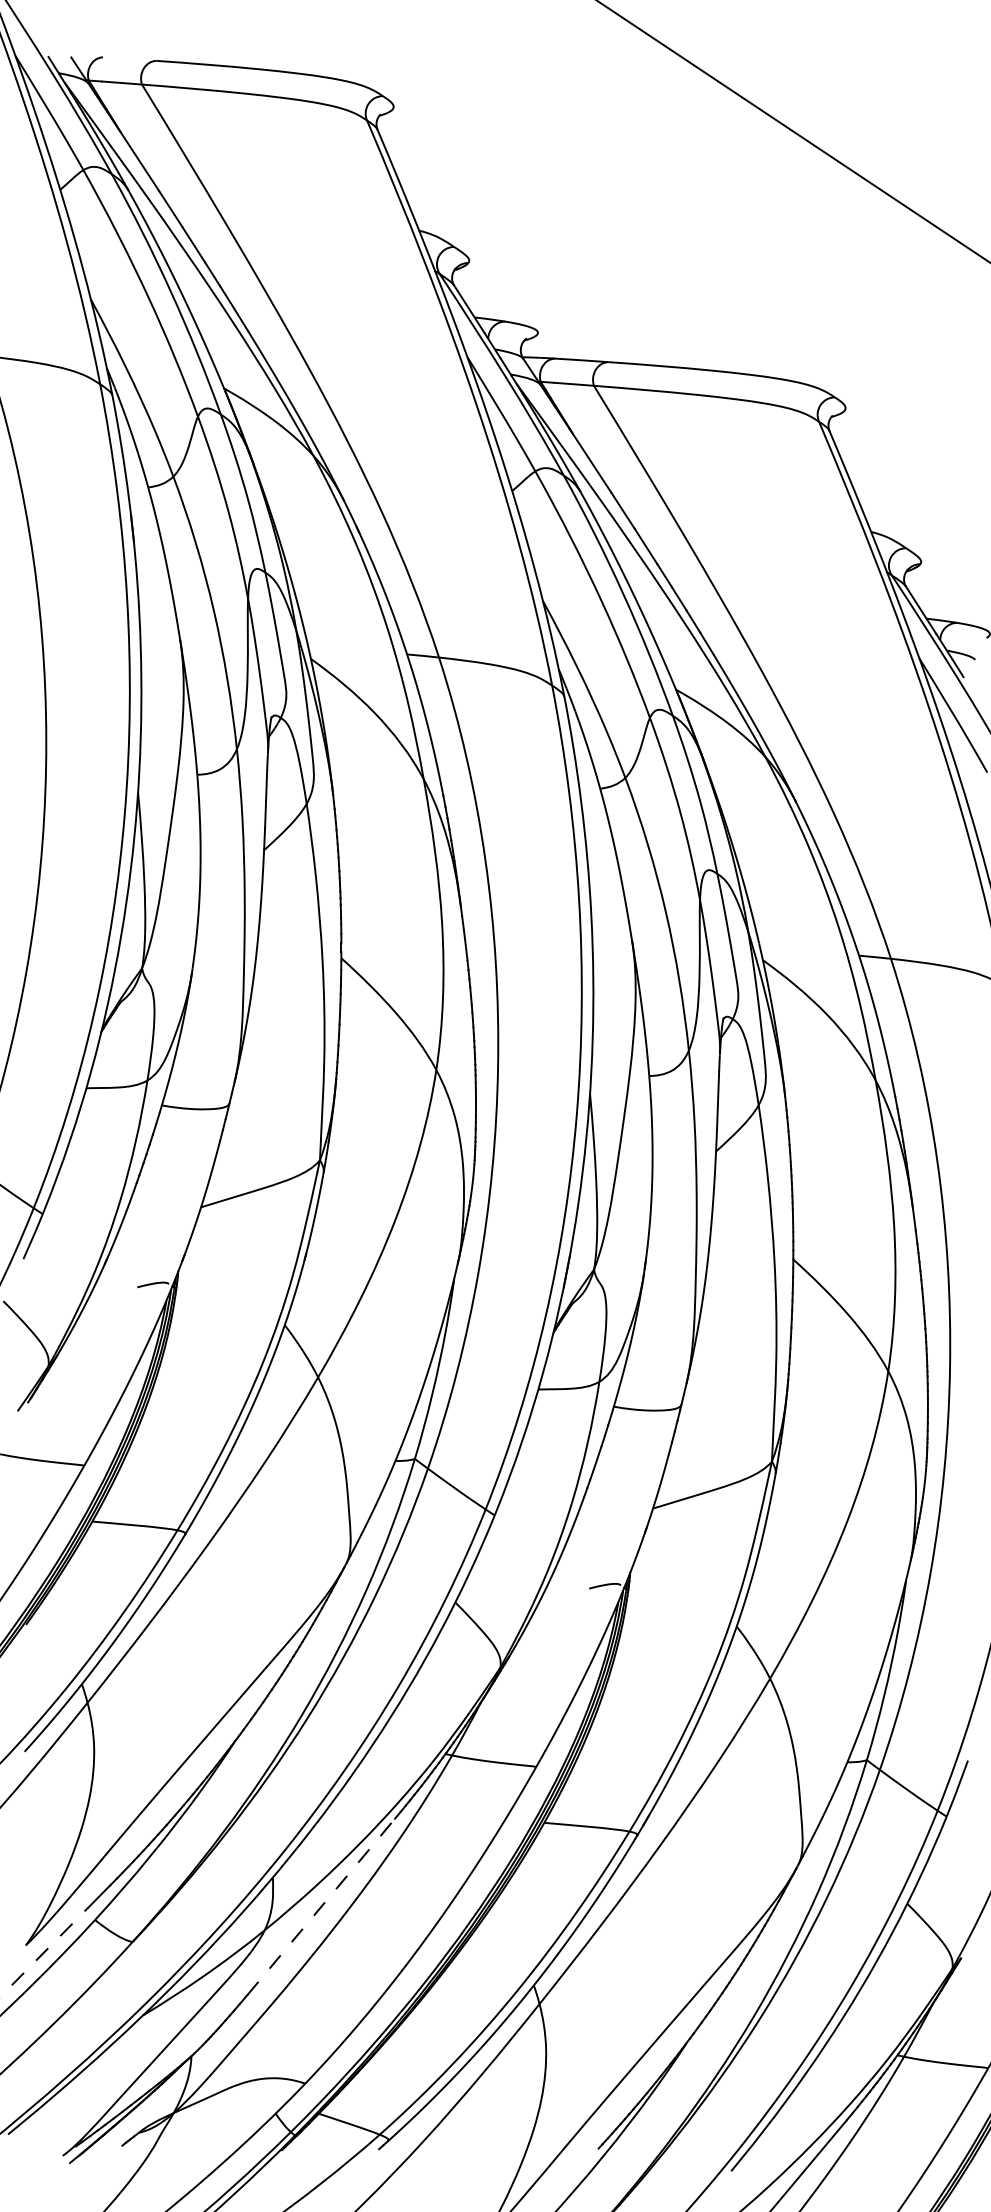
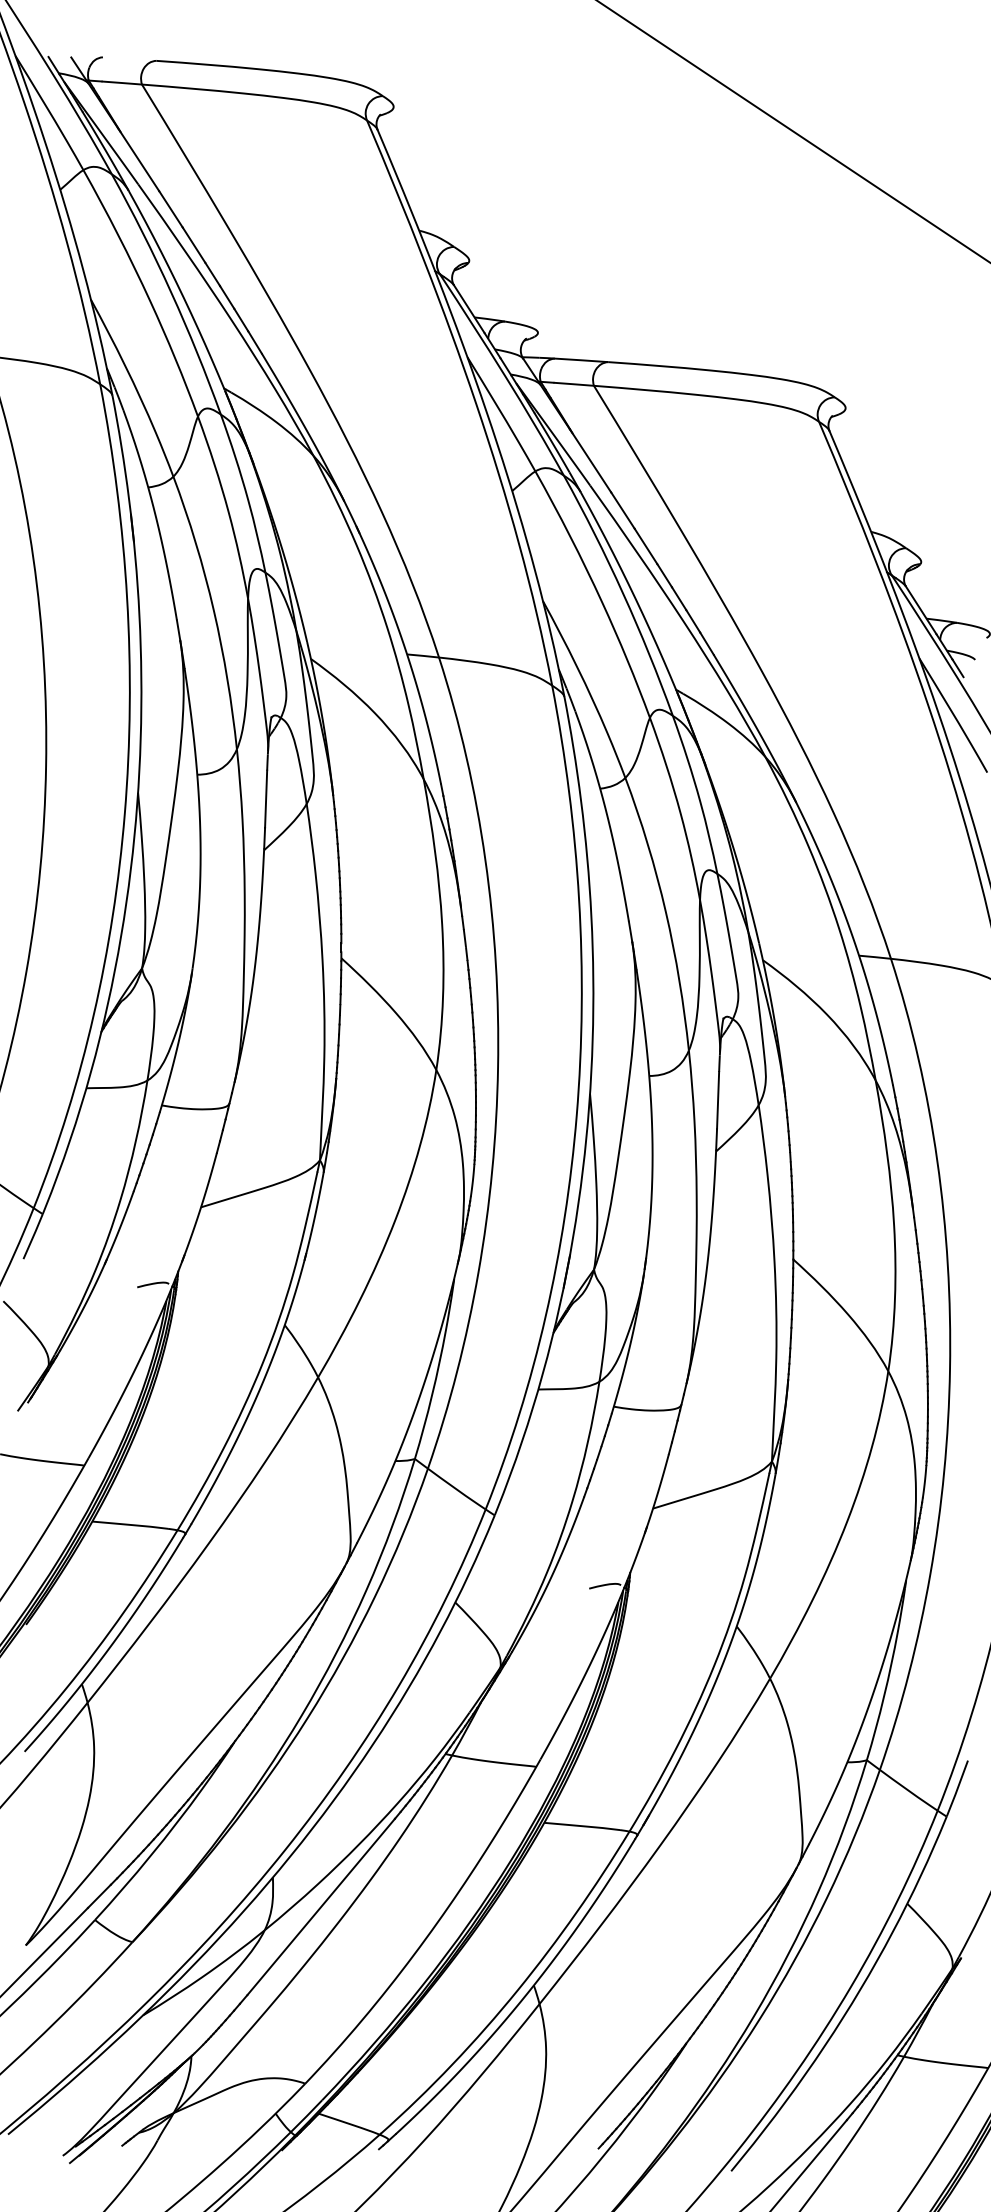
line at (321, 1906): dashed -> solid
line at (44, 1952): dashed -> solid
